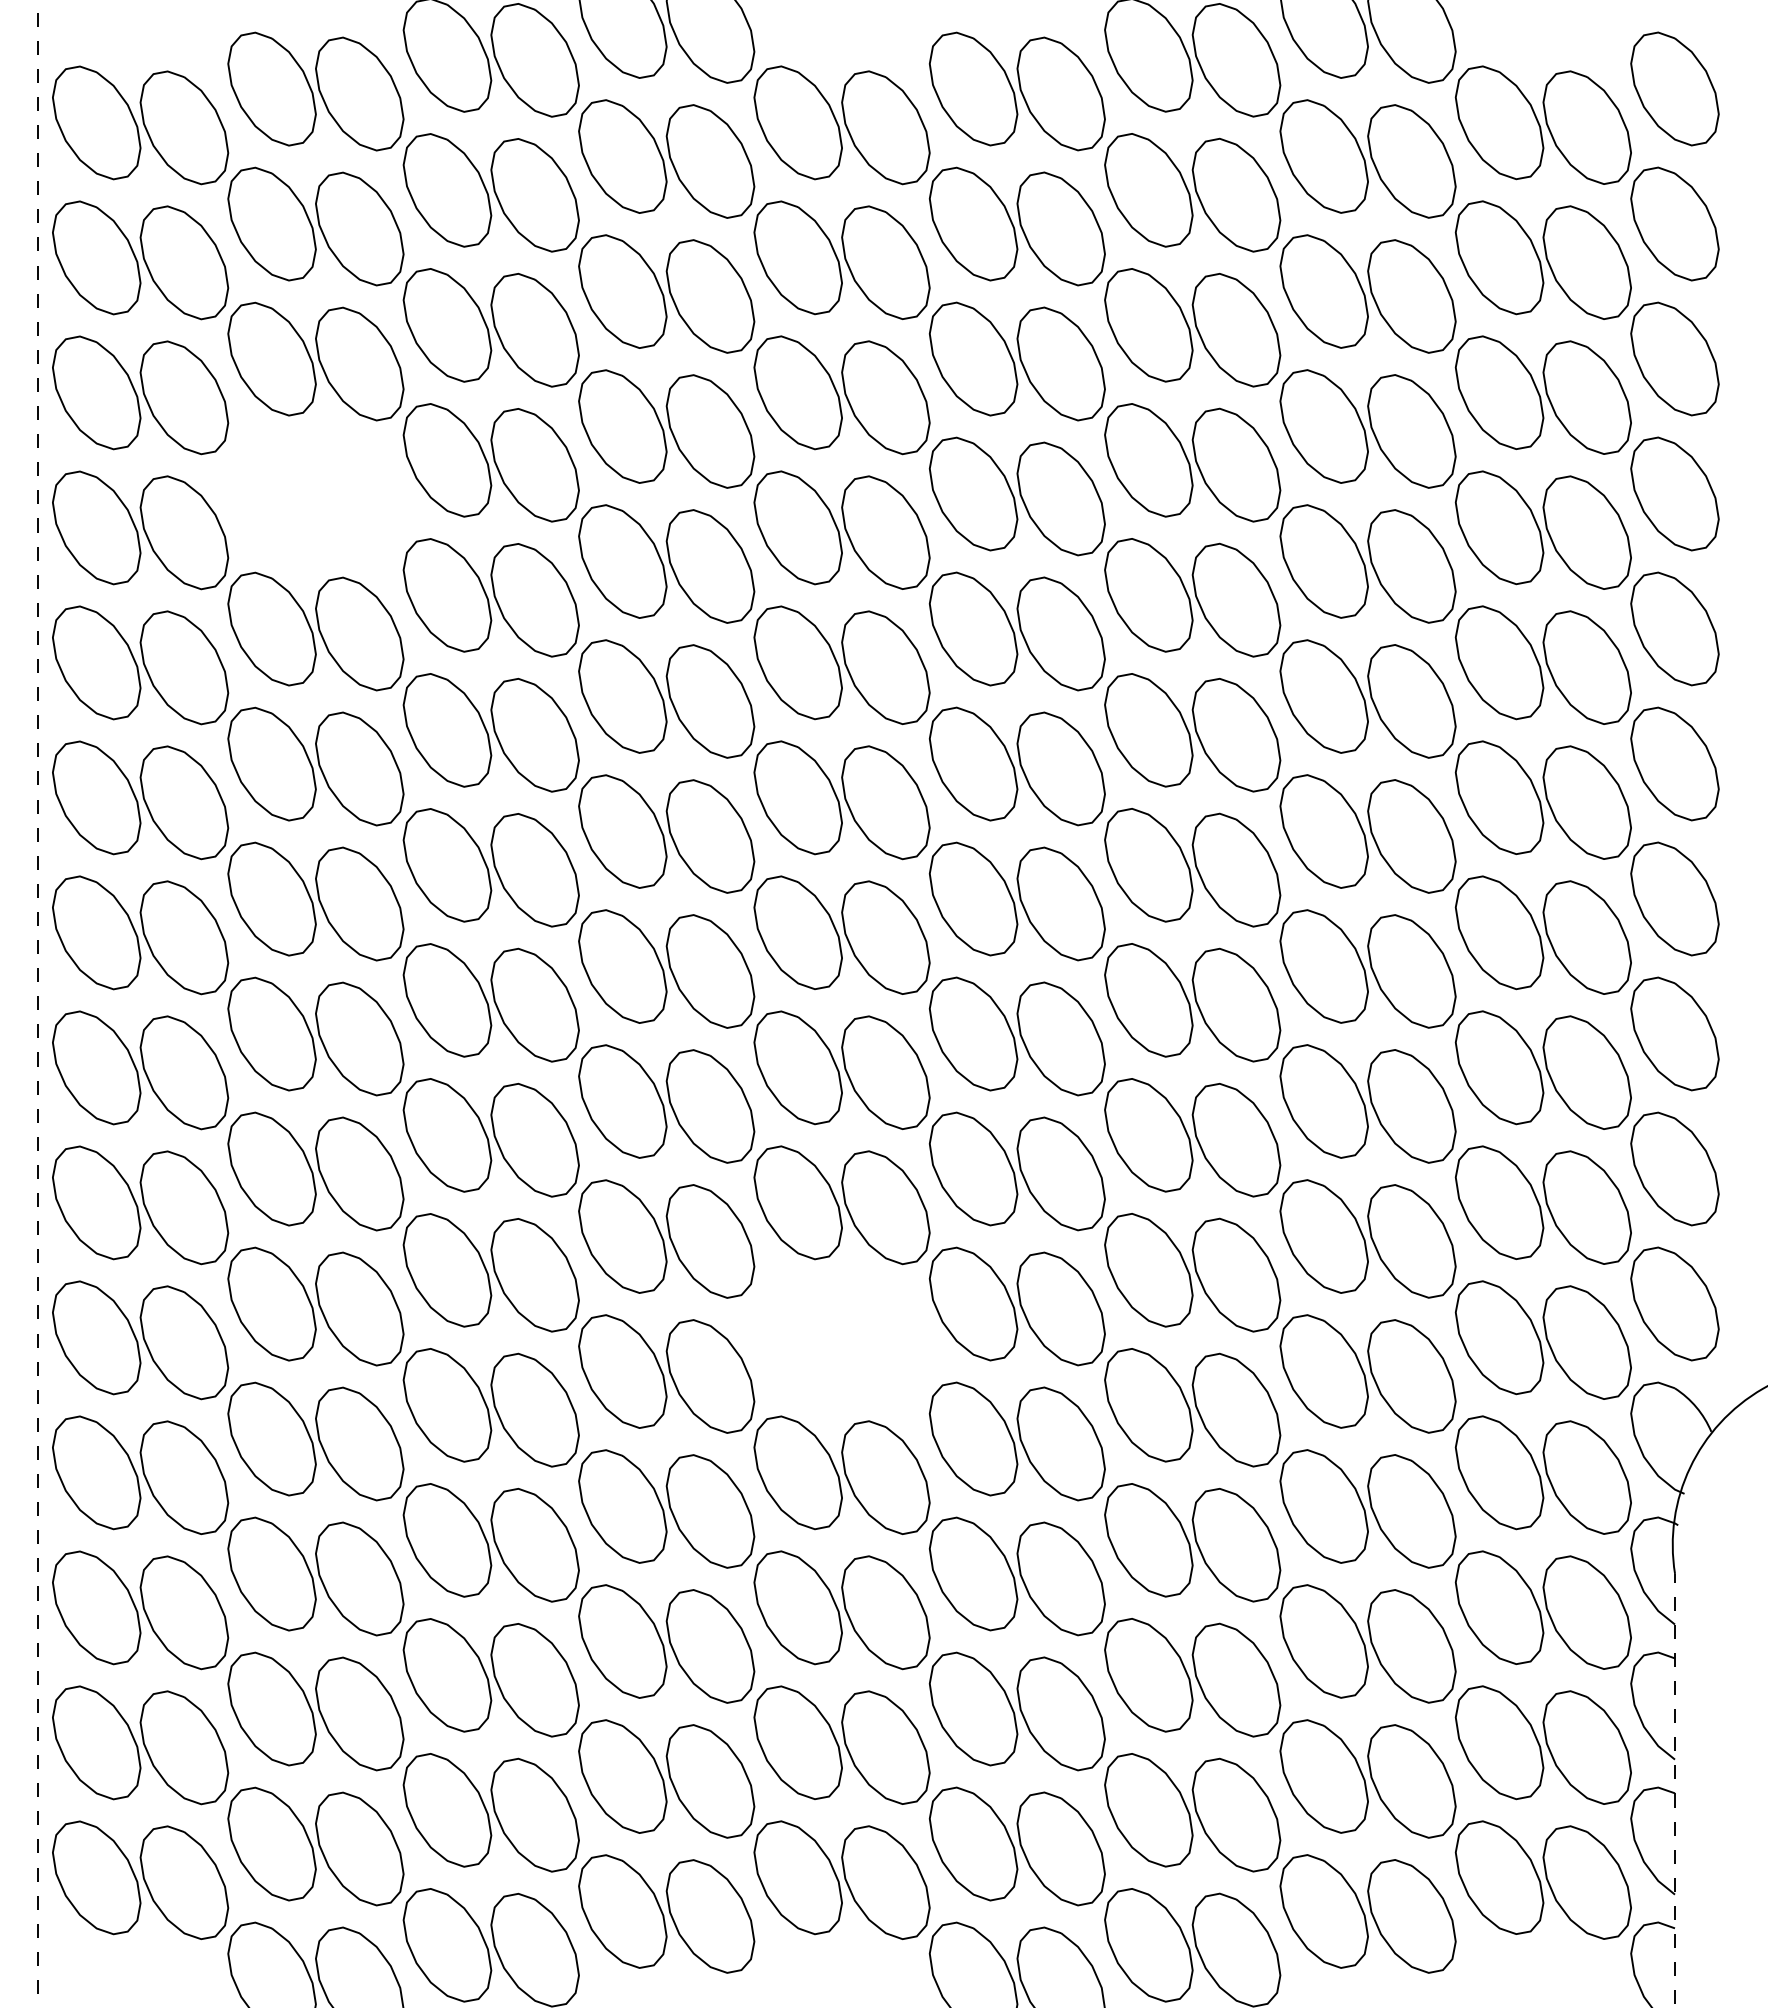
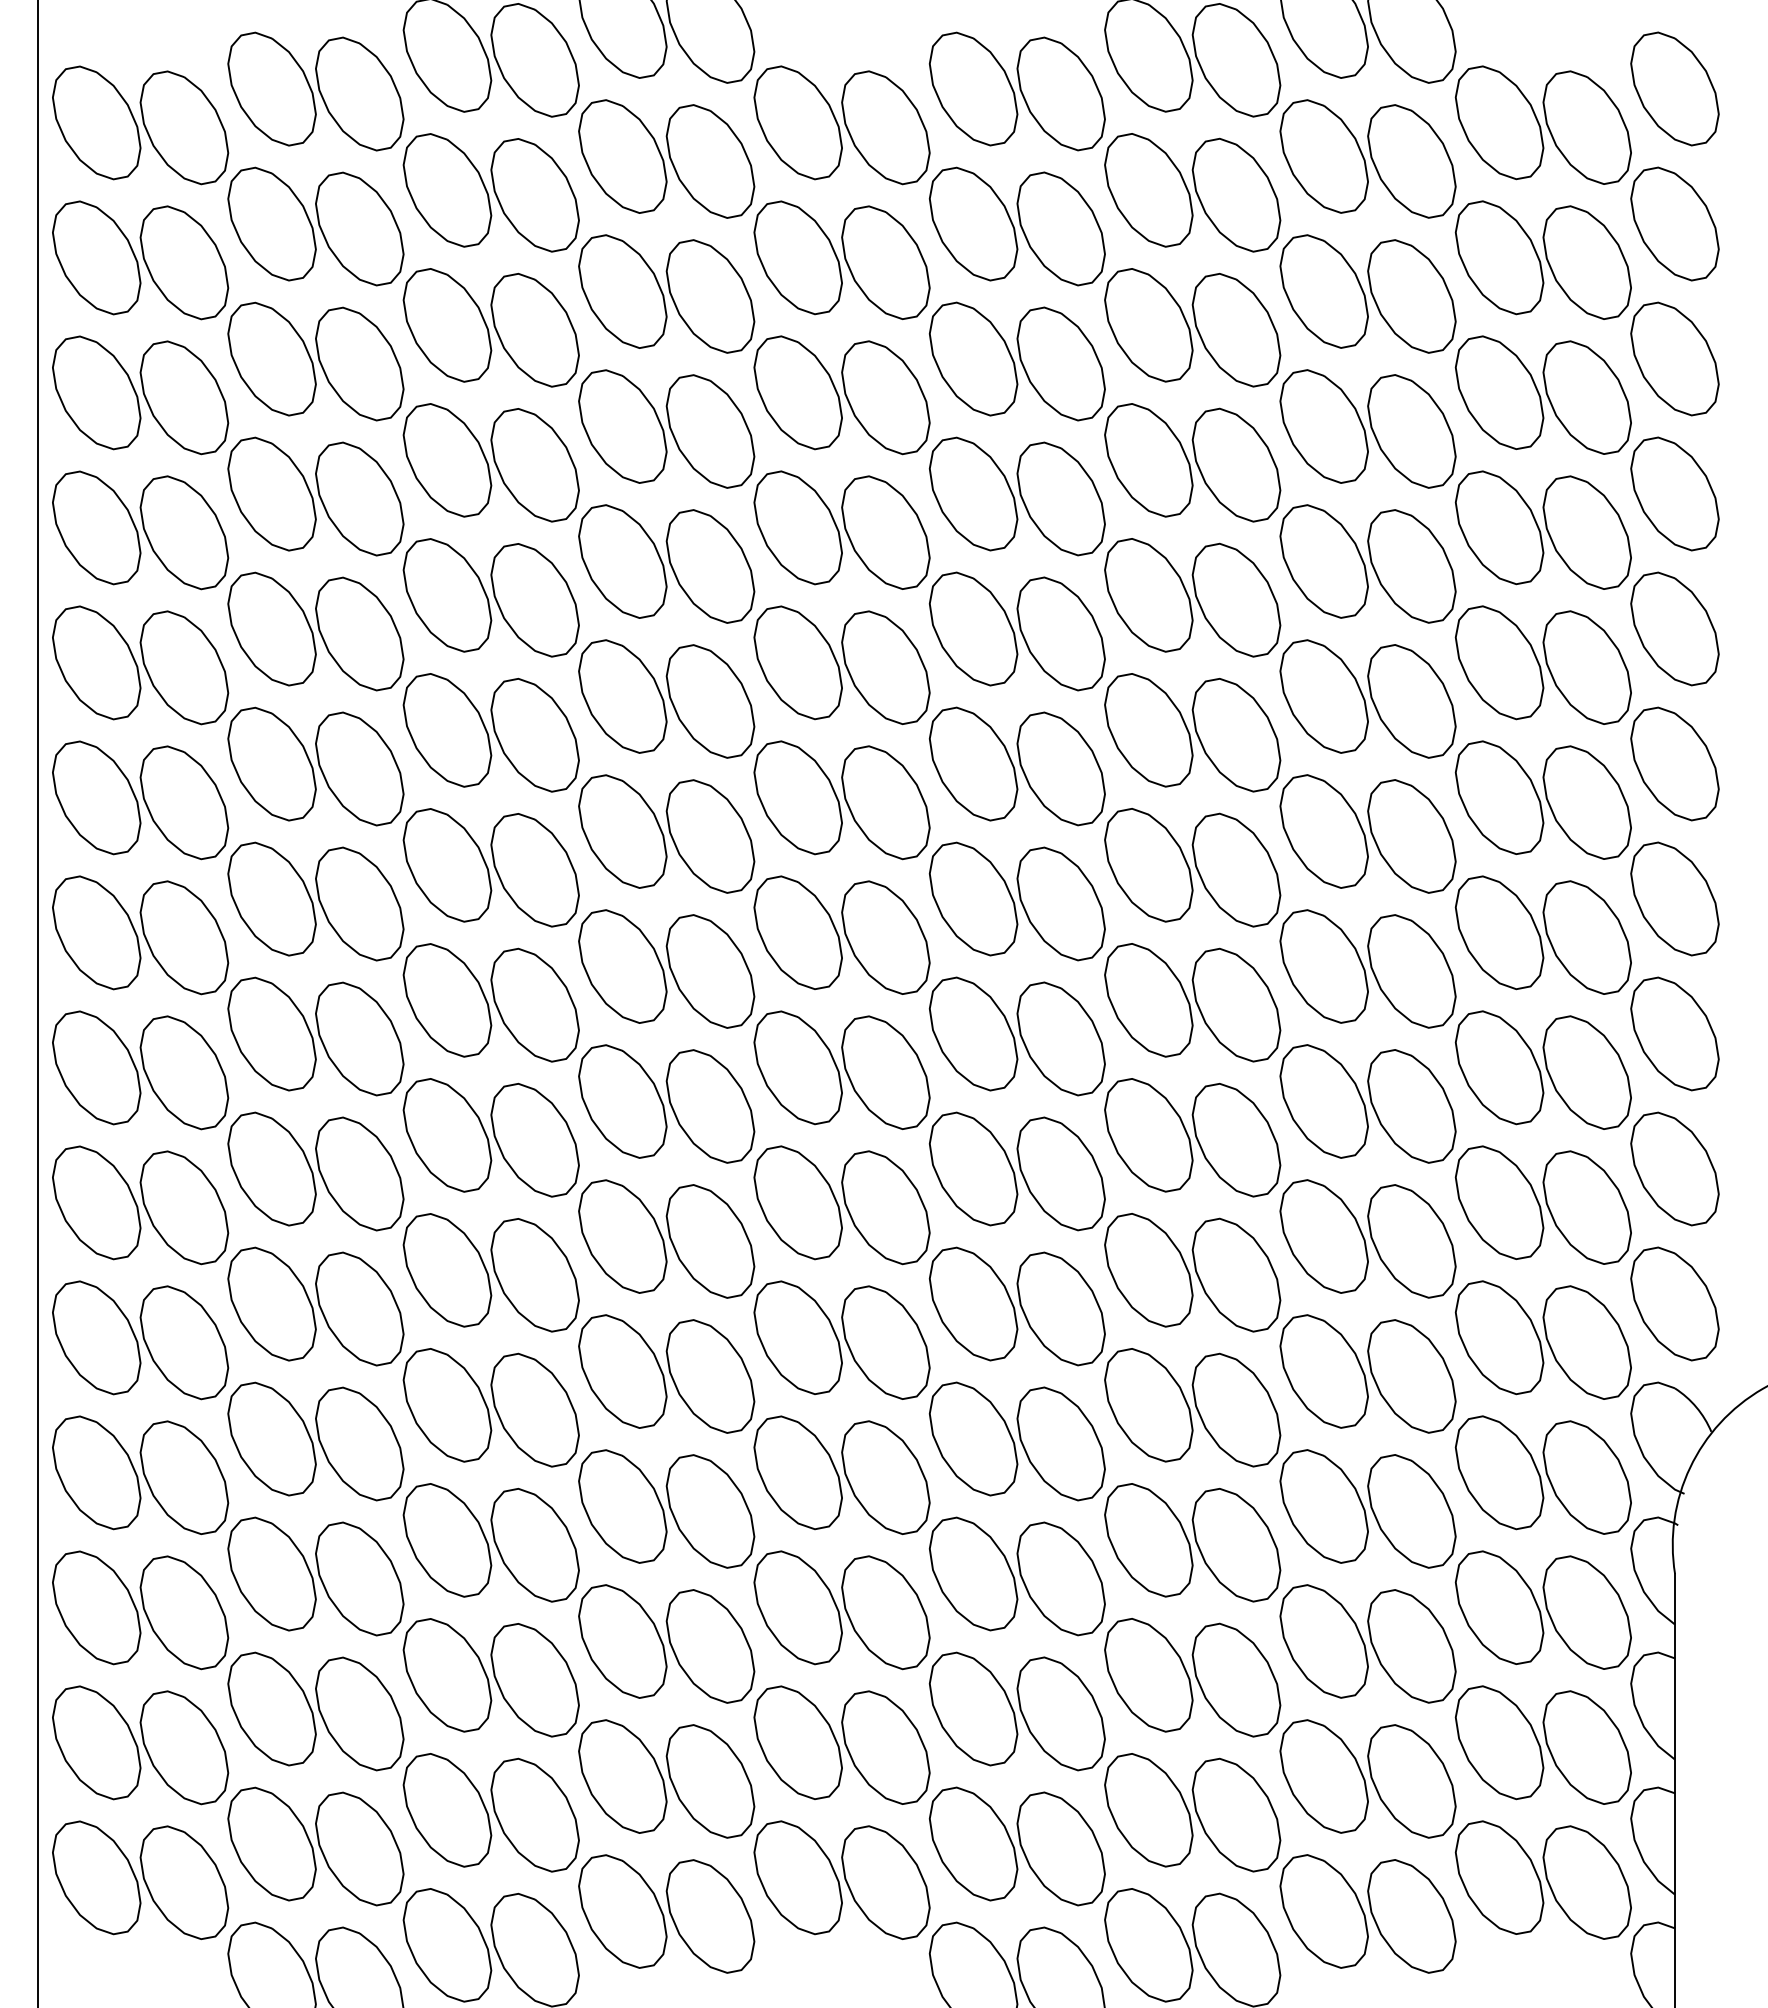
part at (315, 496): none -> present
line at (38, 1003): dashed -> solid
part at (841, 1339): none -> present
line at (1674, 1790): dashed -> solid
